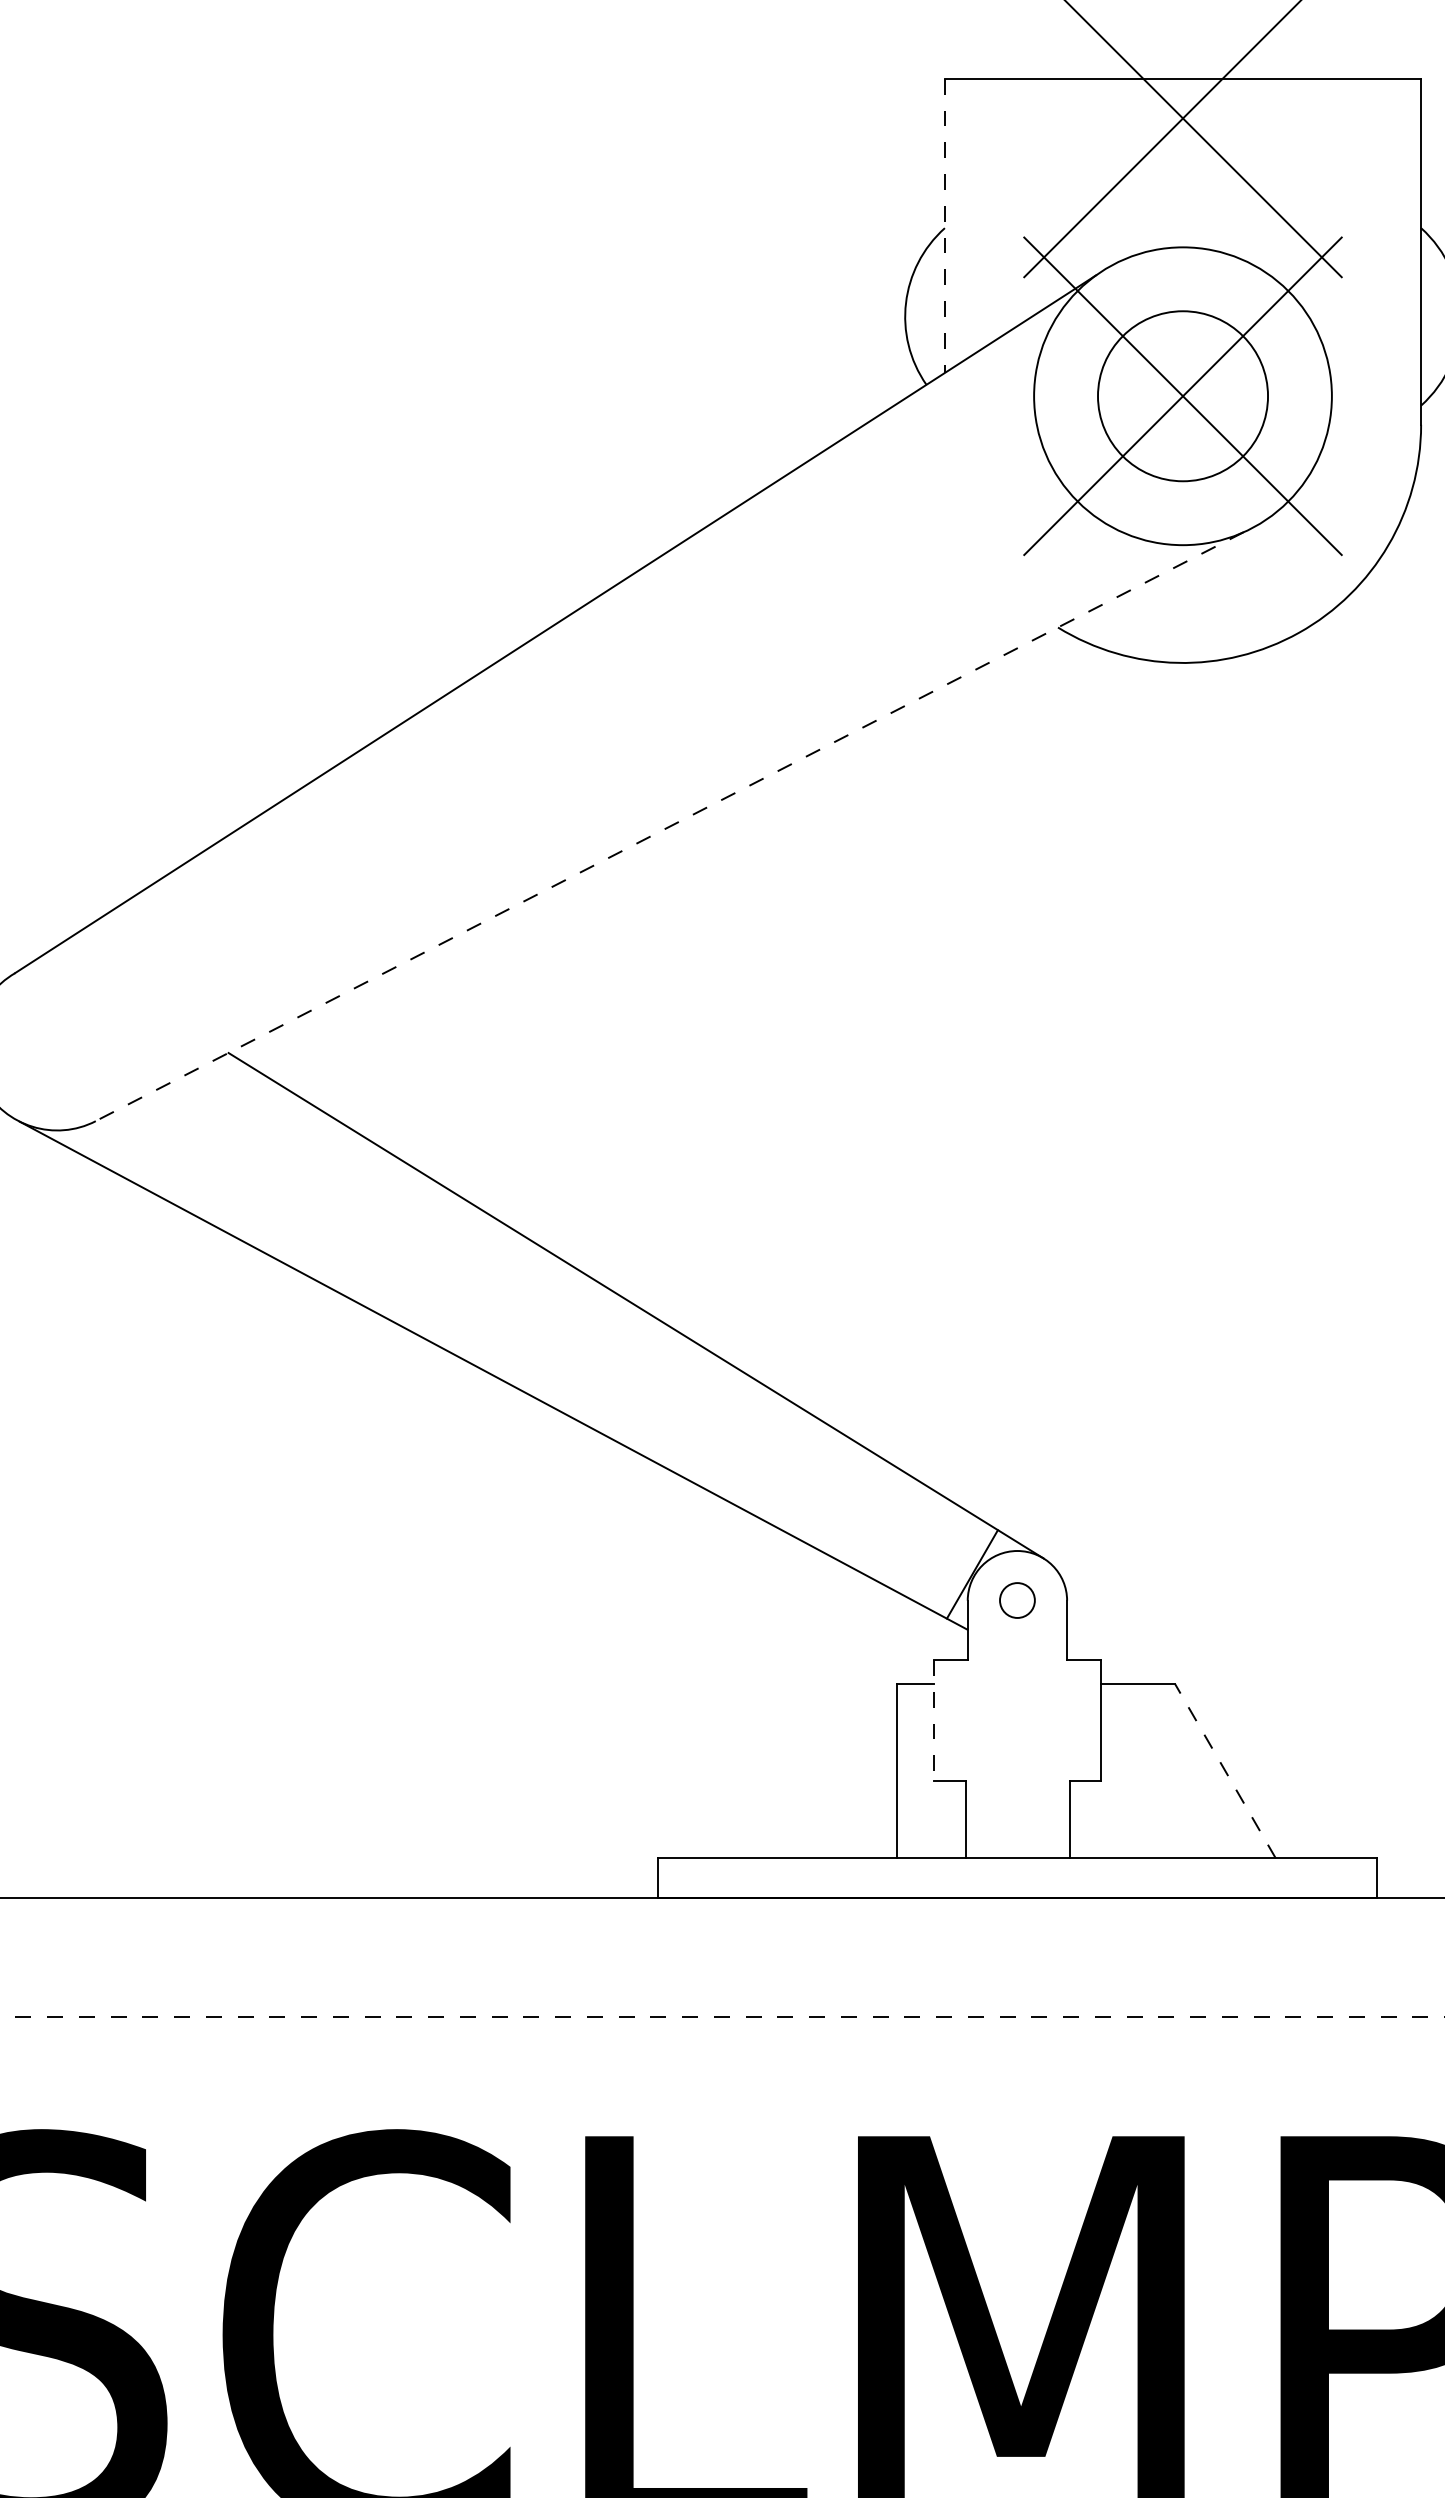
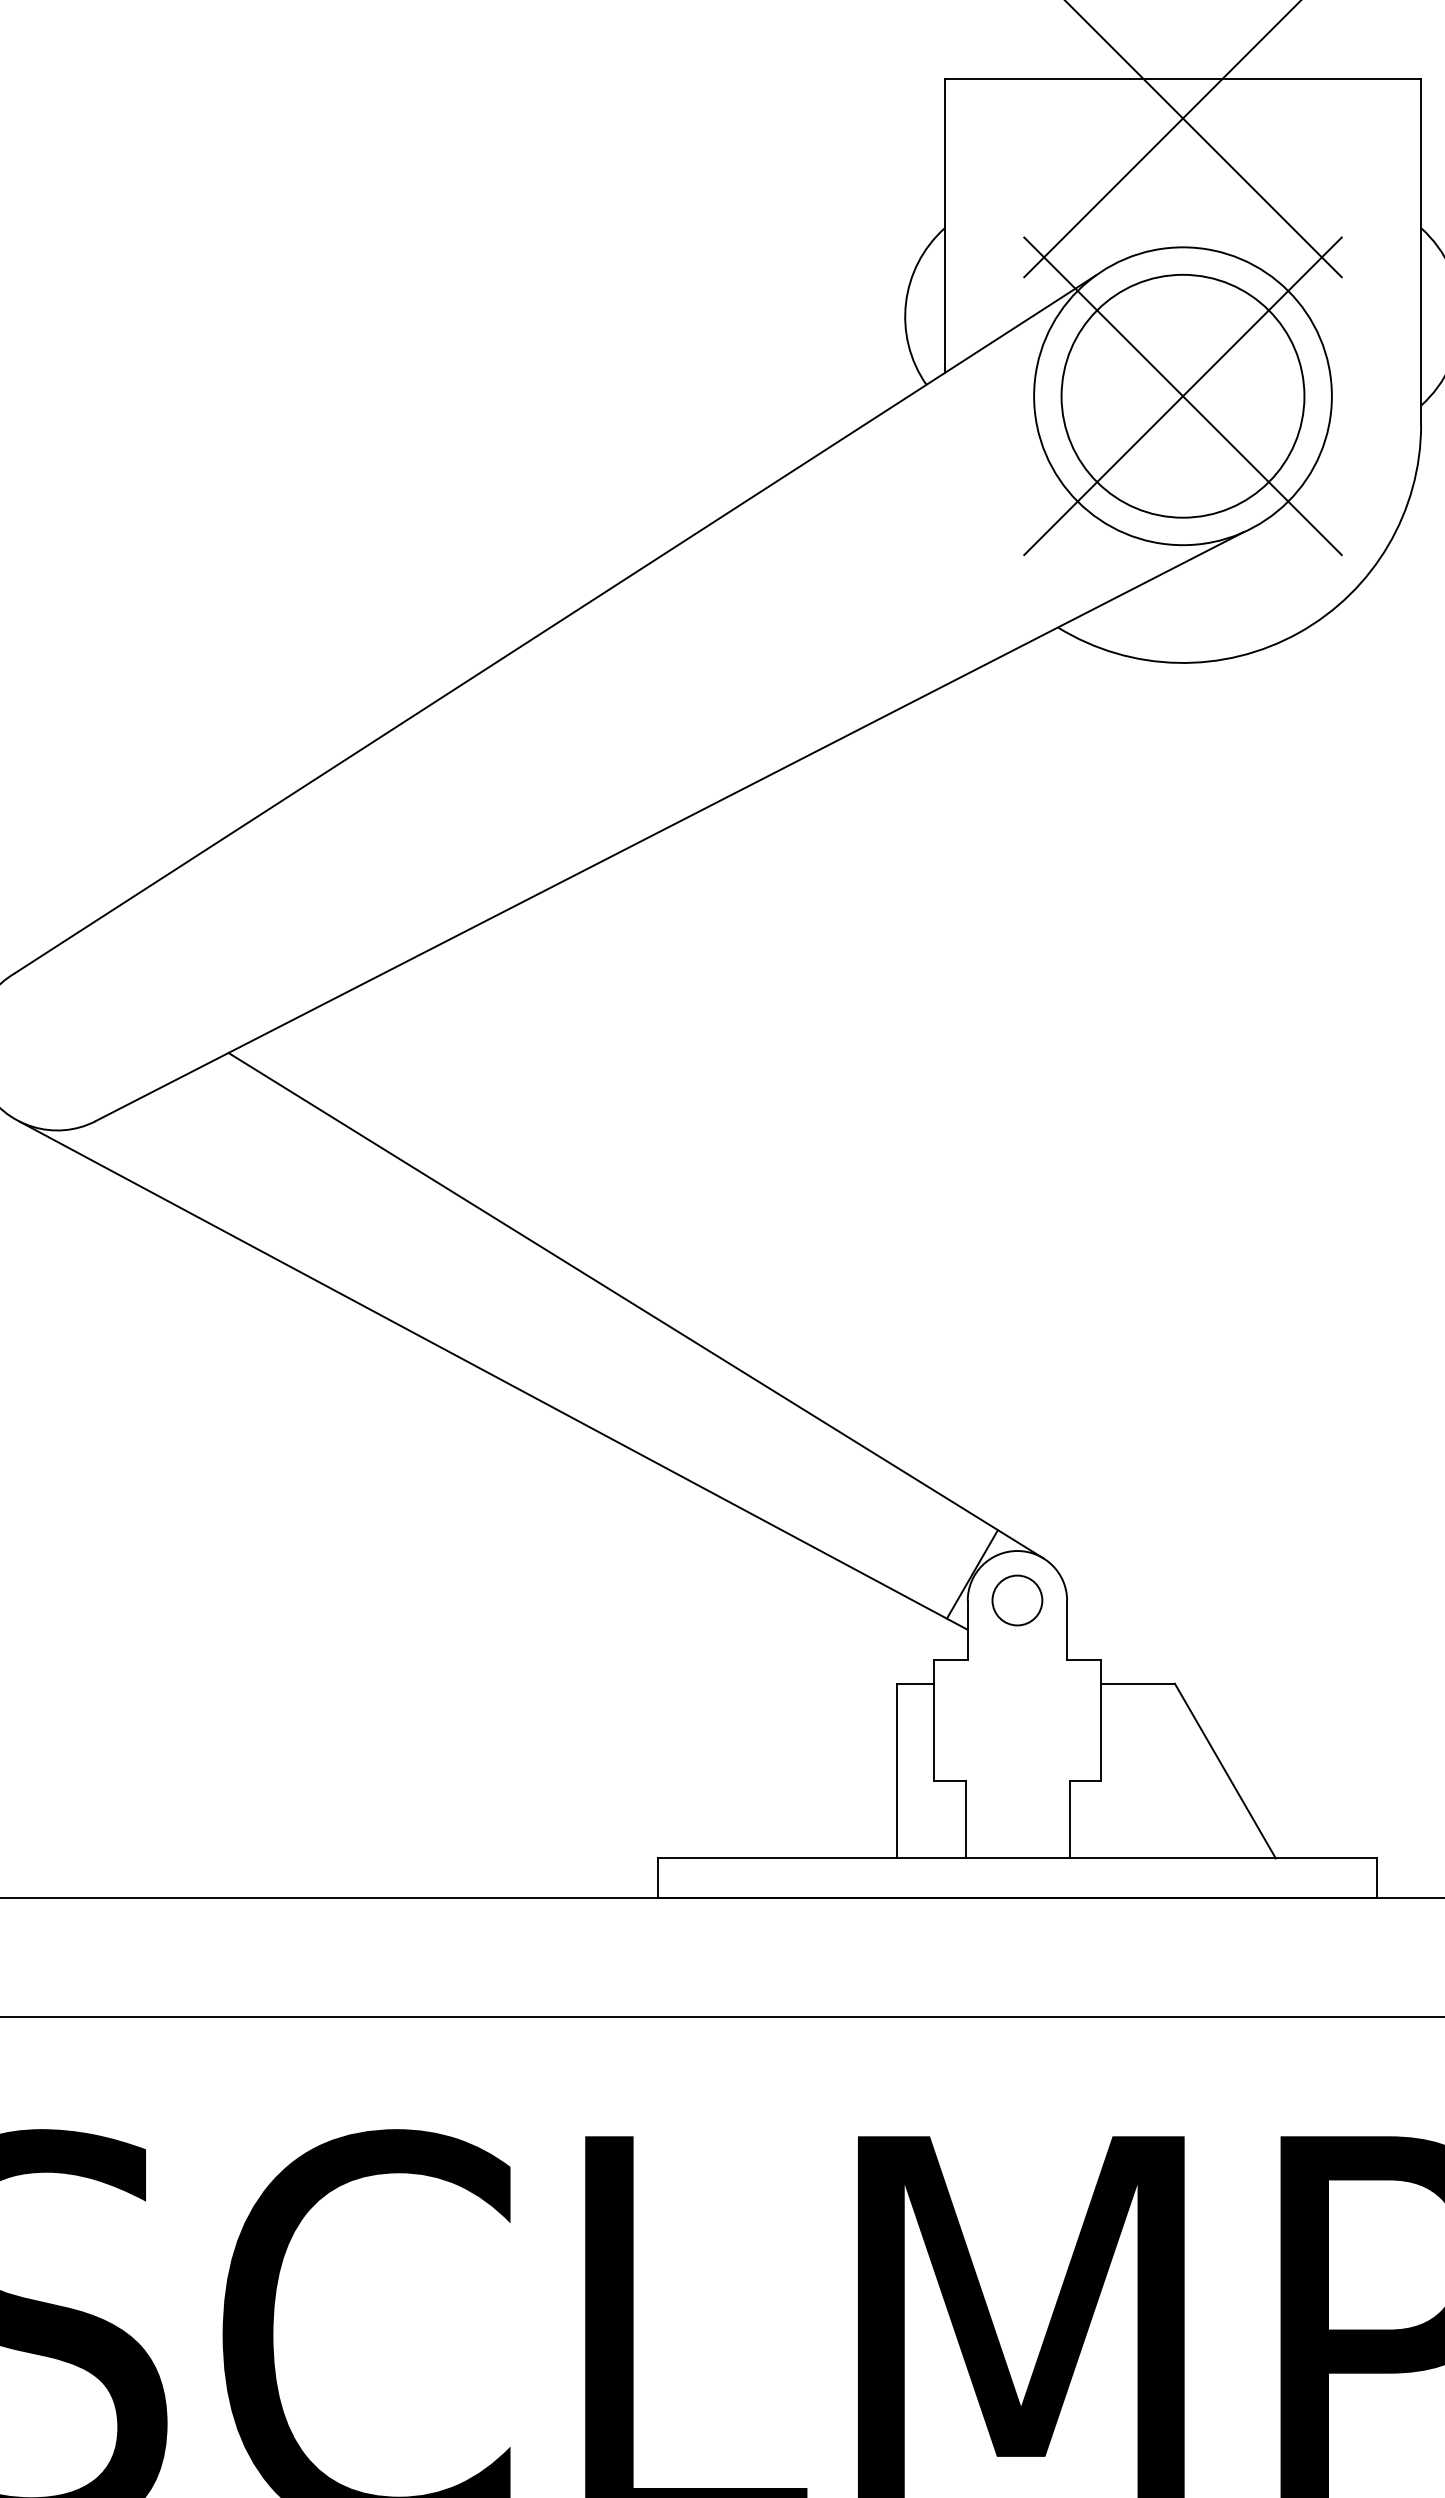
line at (944, 226): dashed -> solid
circle at (1183, 396) diameter: 170 px -> 243 px
line at (669, 826): dashed -> solid
circle at (1017, 1600) size: 37x37 px -> 53x53 px
line at (933, 1720): dashed -> solid
line at (1225, 1771): dashed -> solid
line at (723, 2017): dashed -> solid
